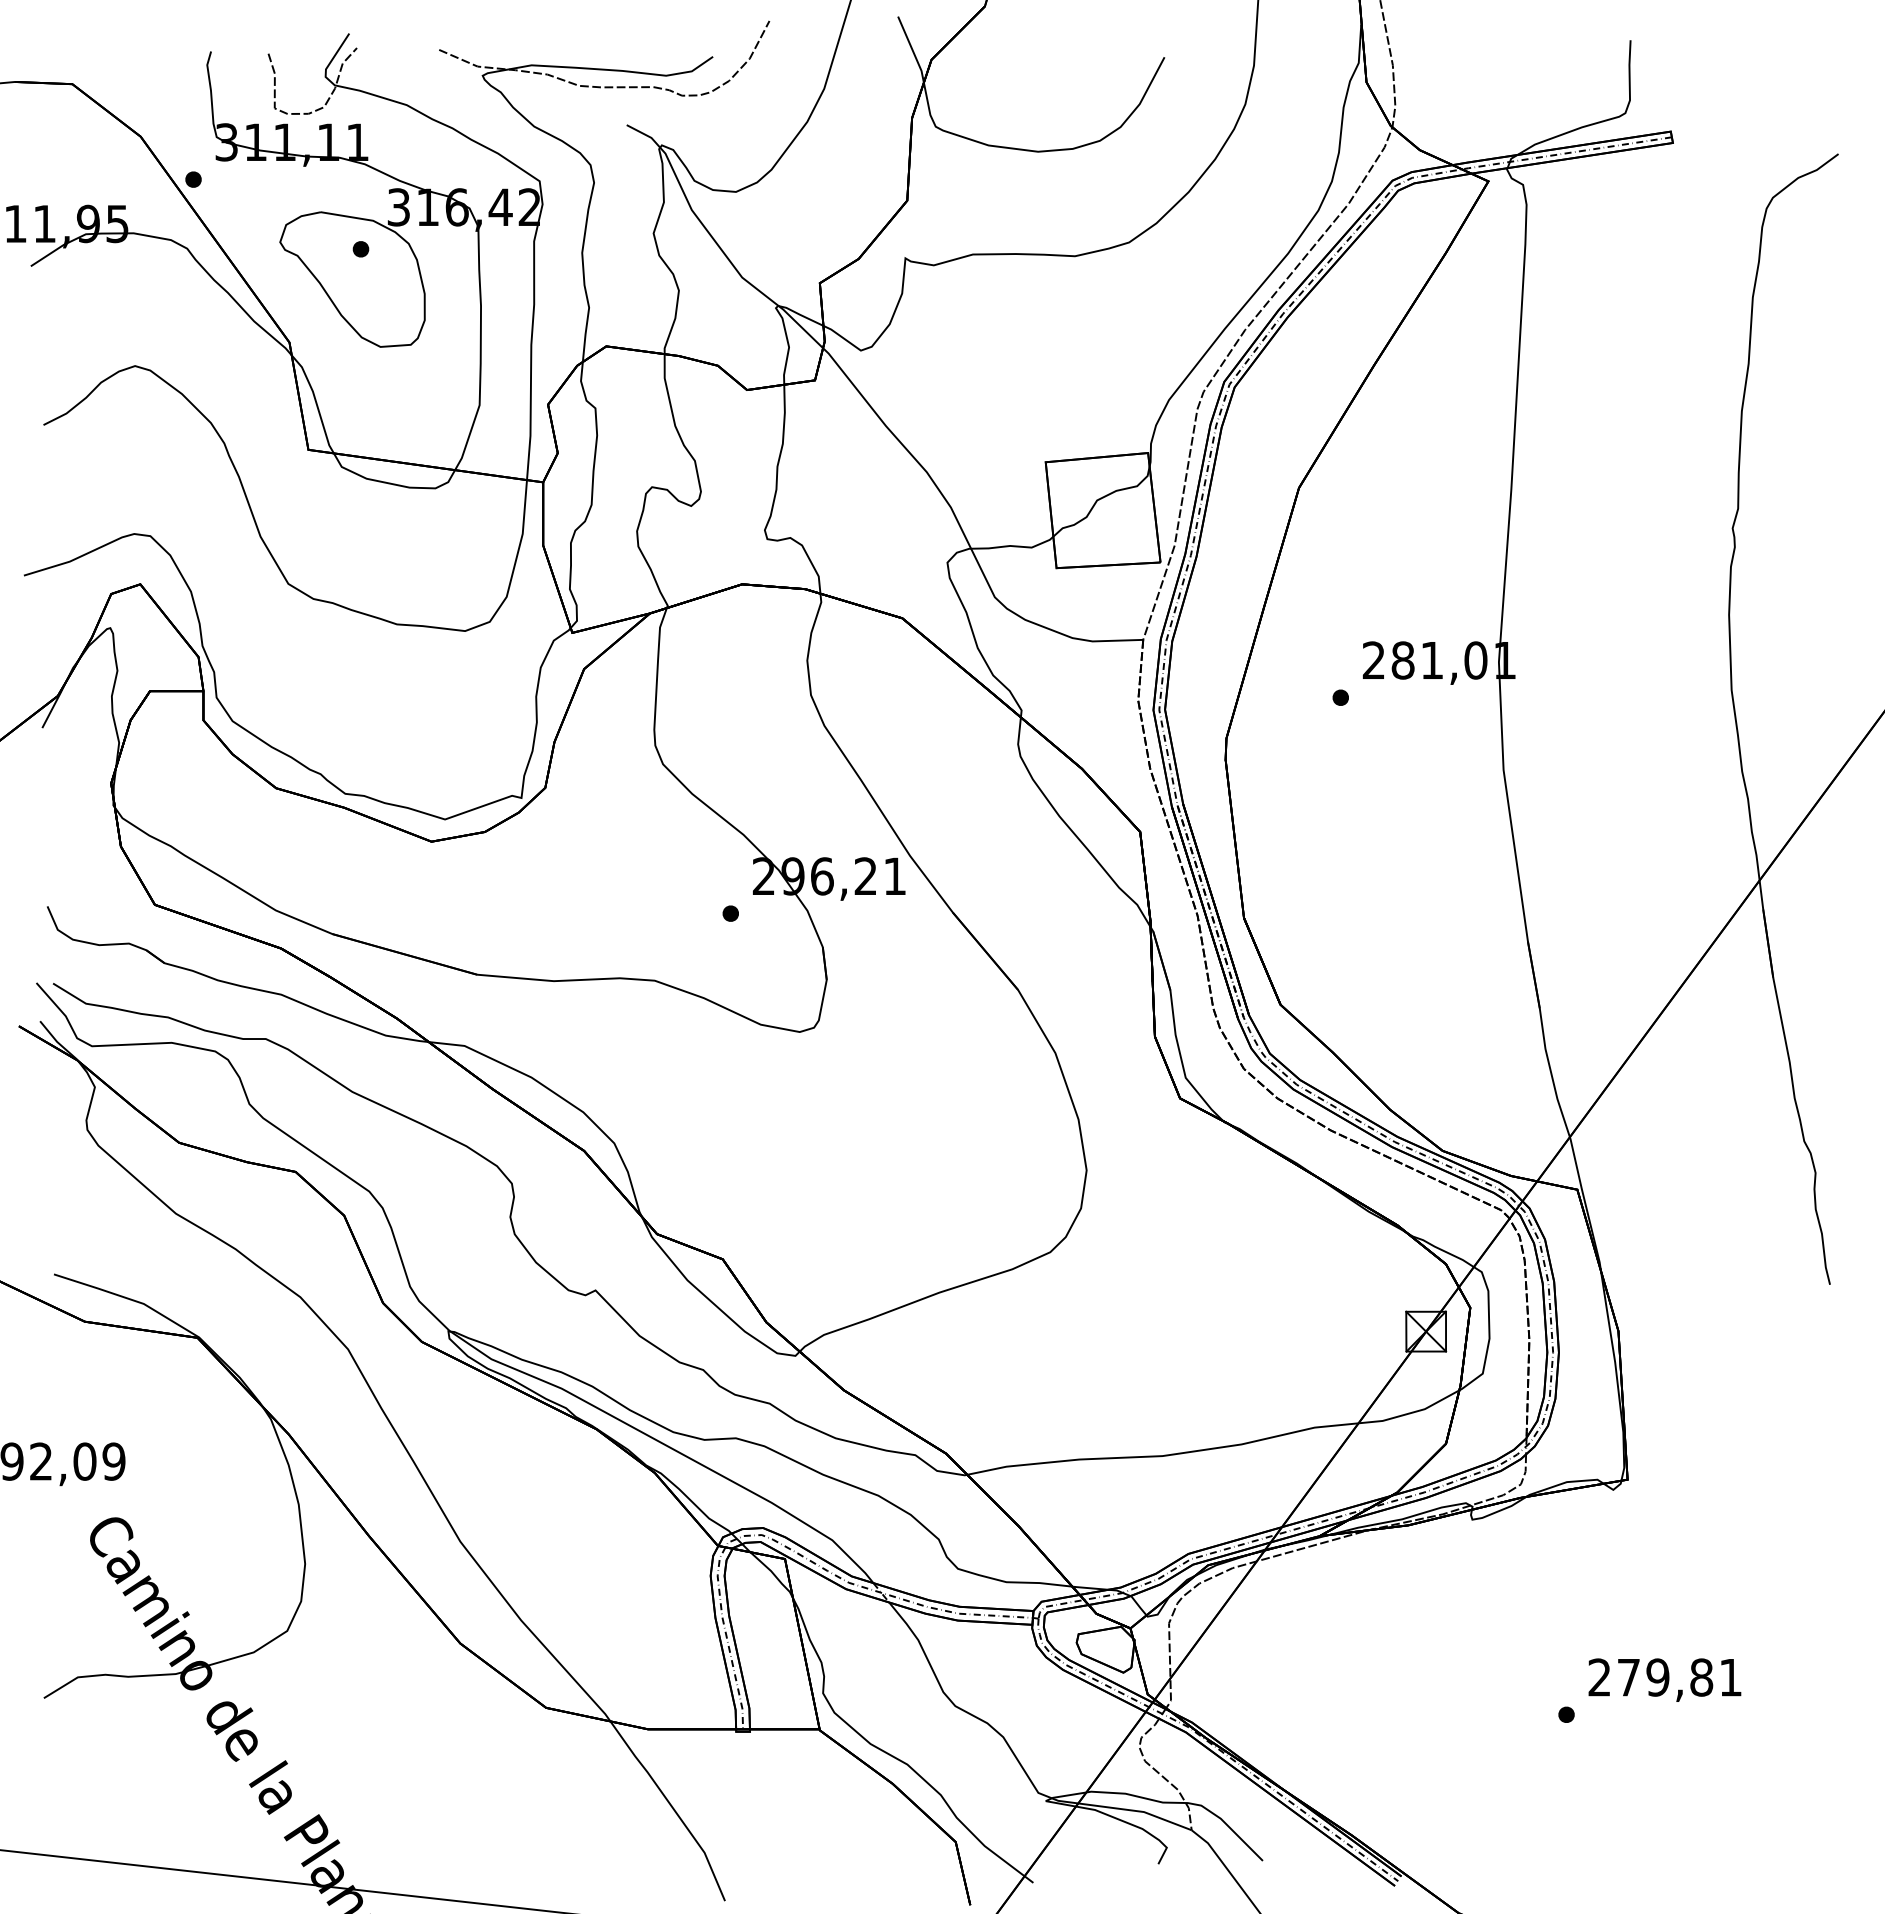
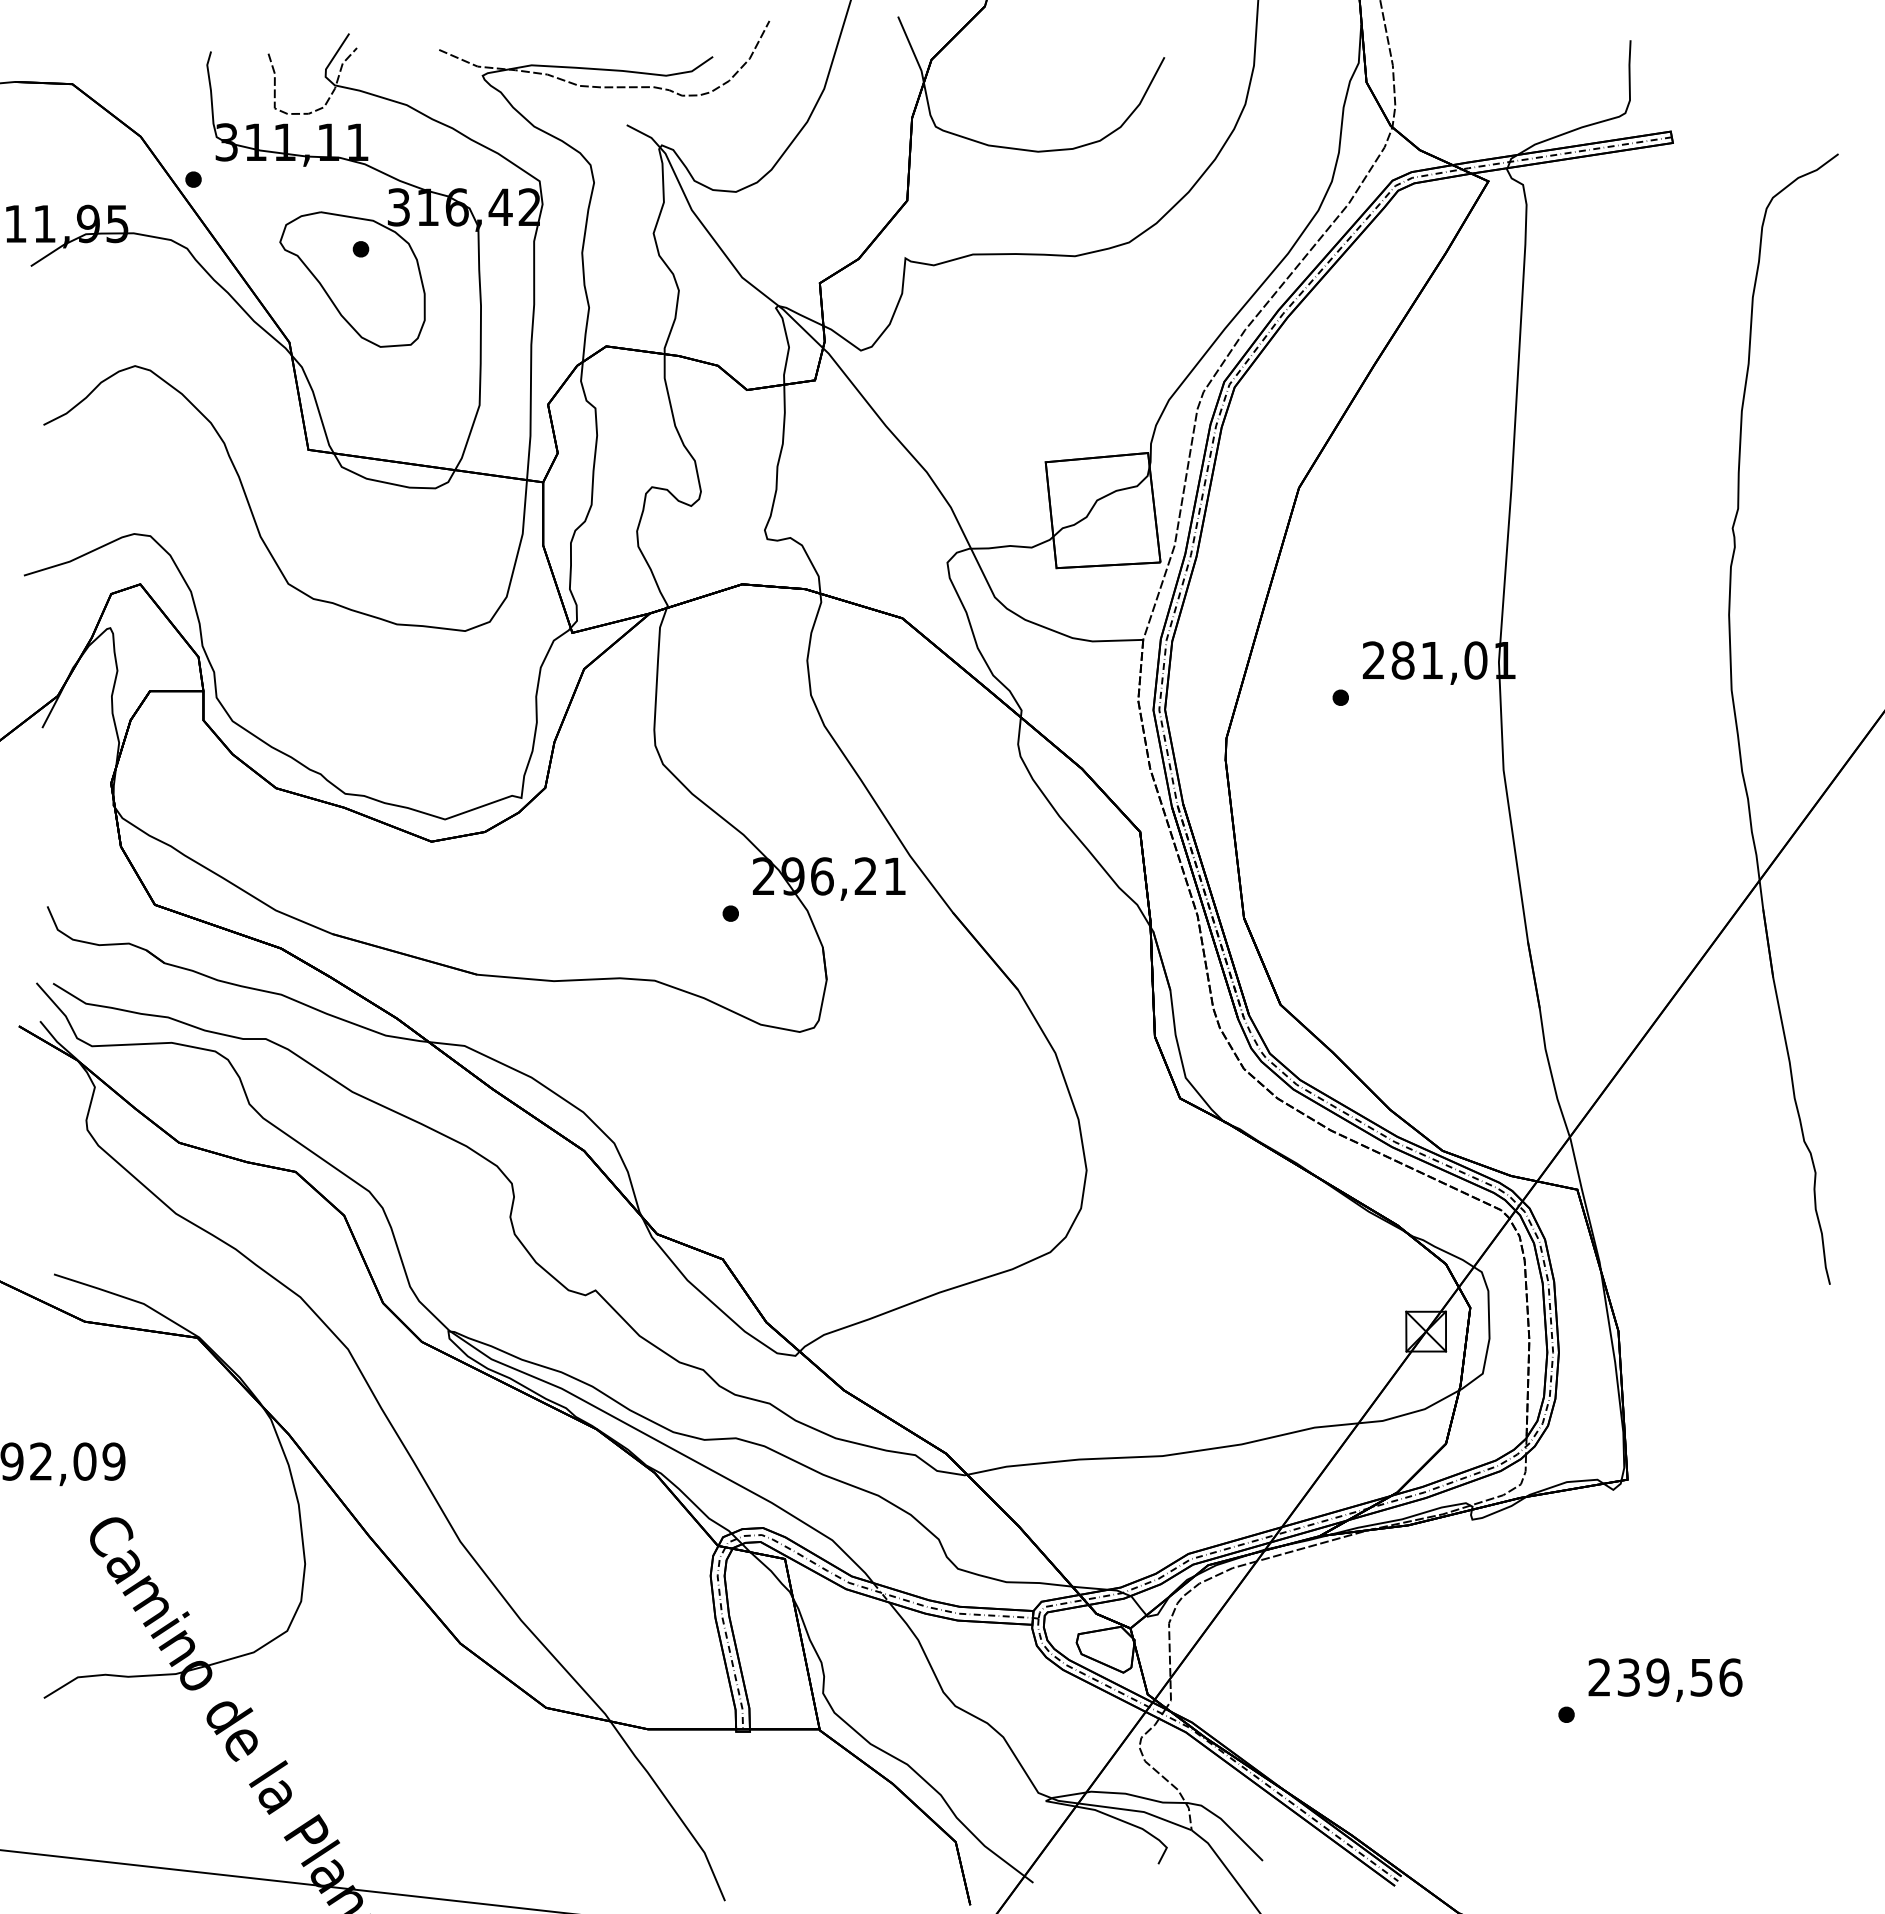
text at (1679, 1677): 279,81 -> 239,56
